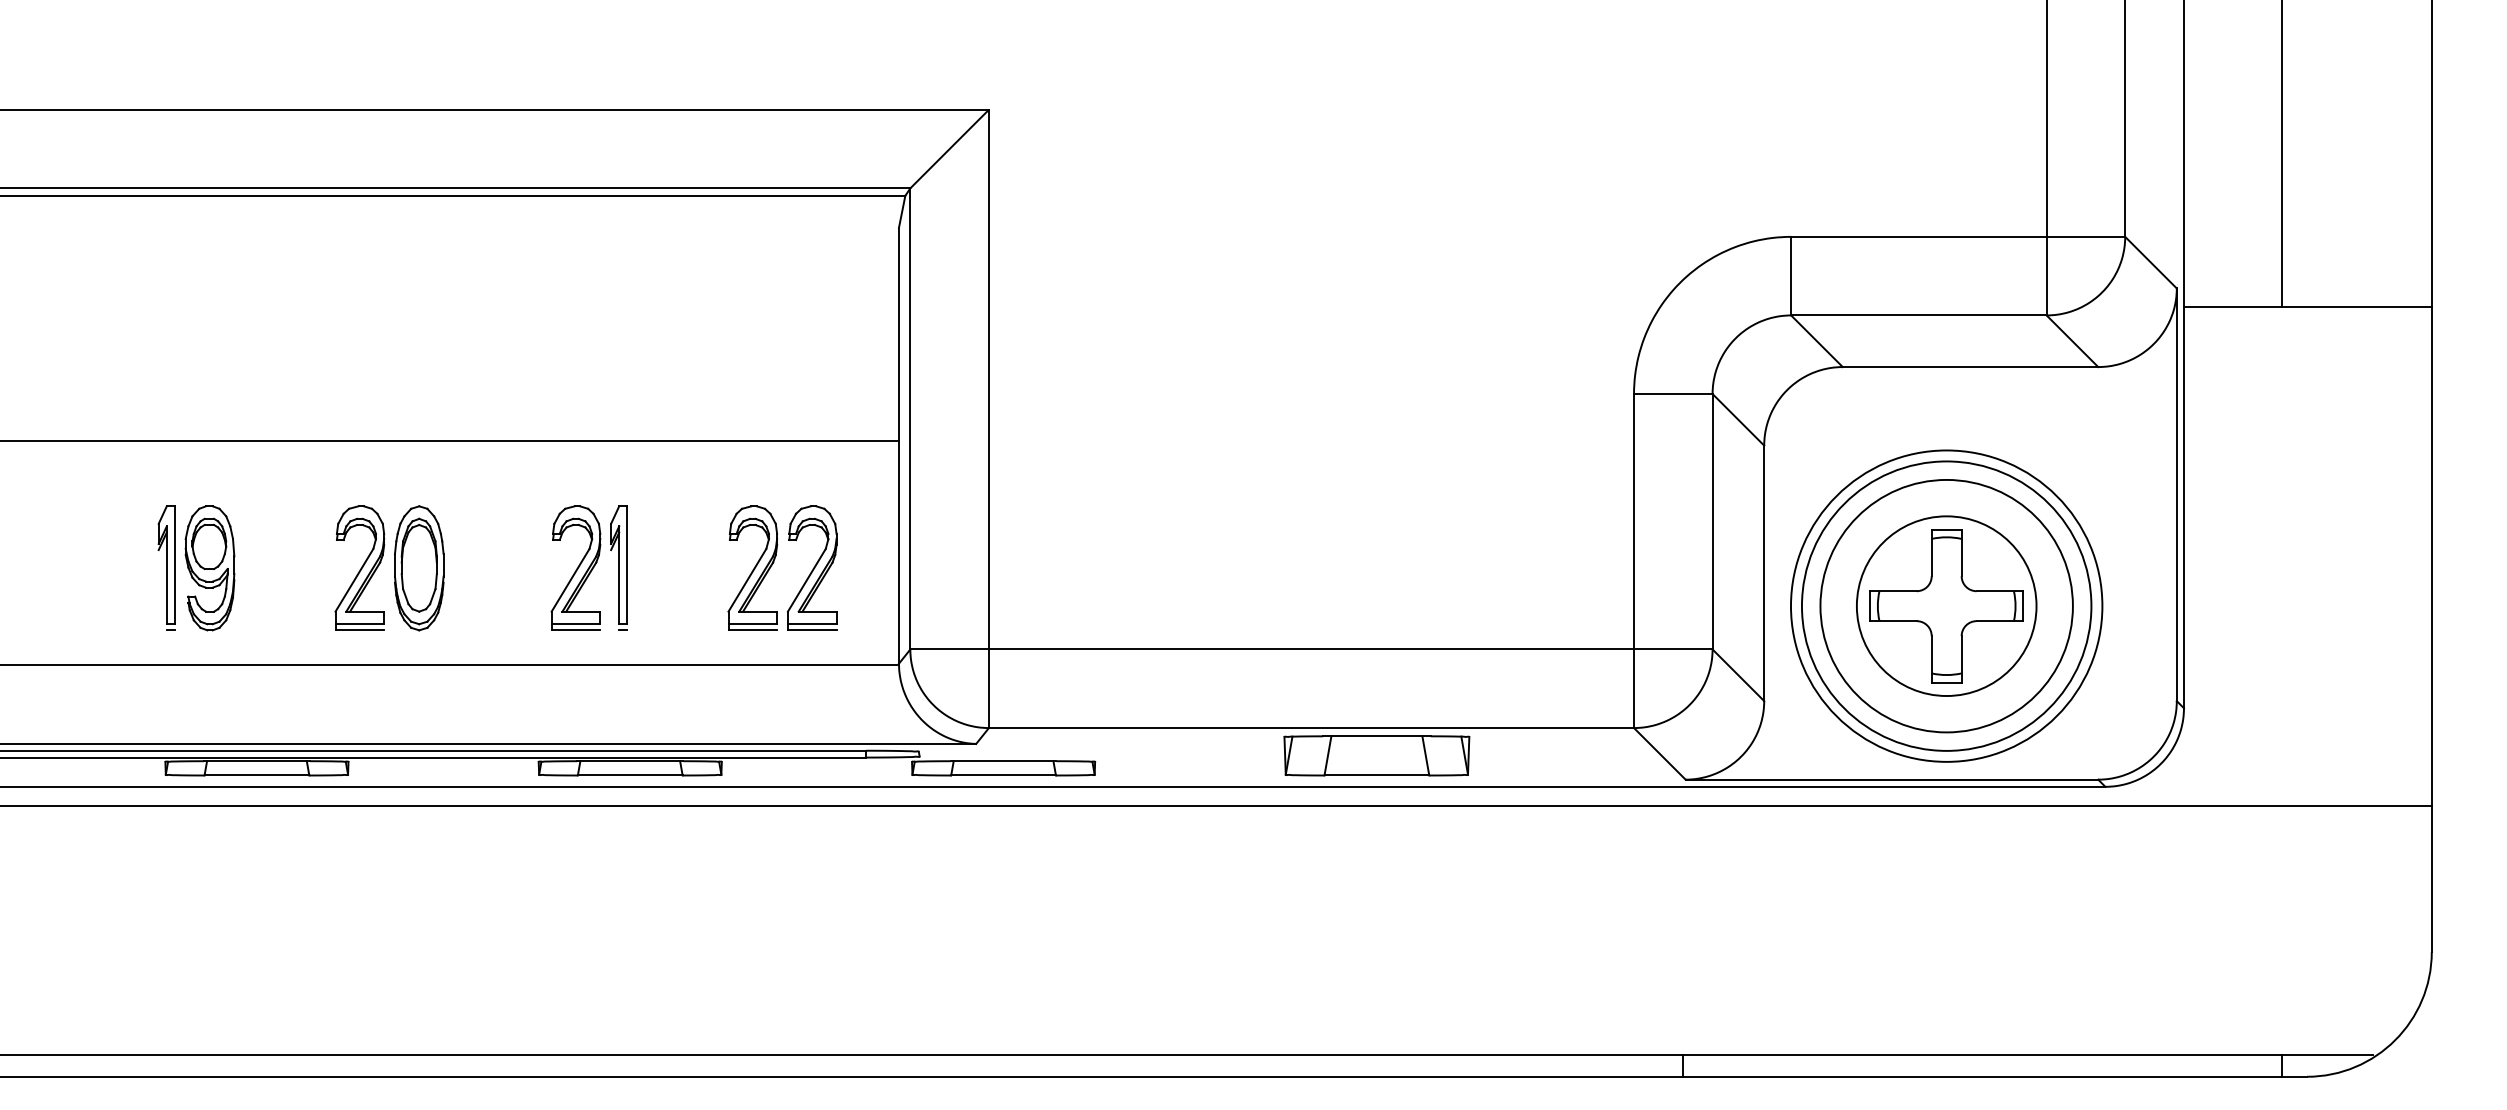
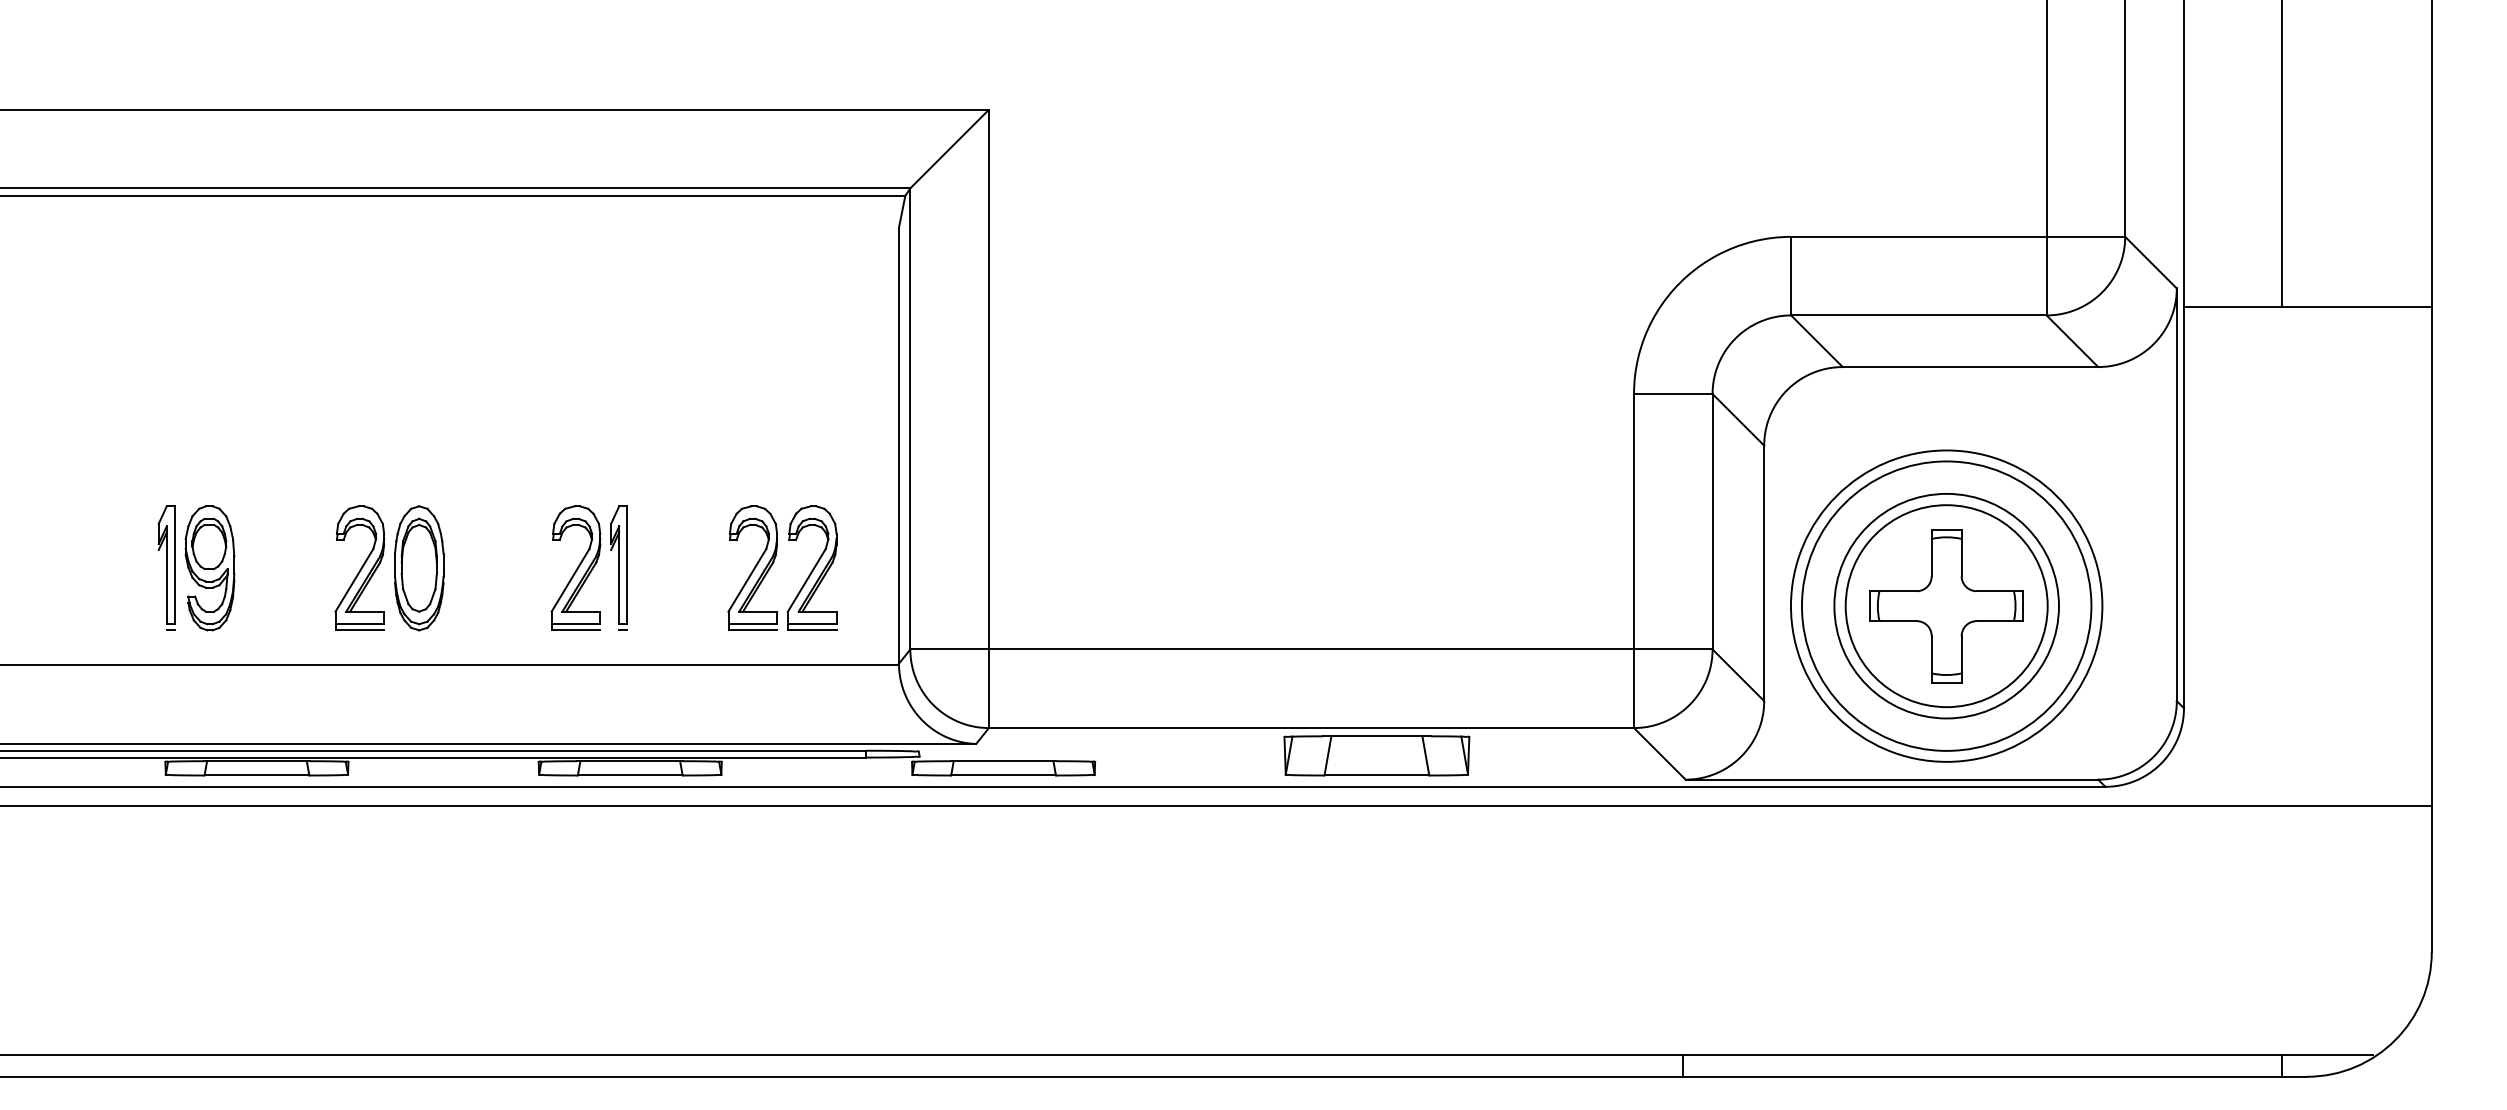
line at (450, 441): present -> none
circle at (1946, 605) diameter: 252 px -> 202 px
circle at (1946, 606) diameter: 180 px -> 225 px
